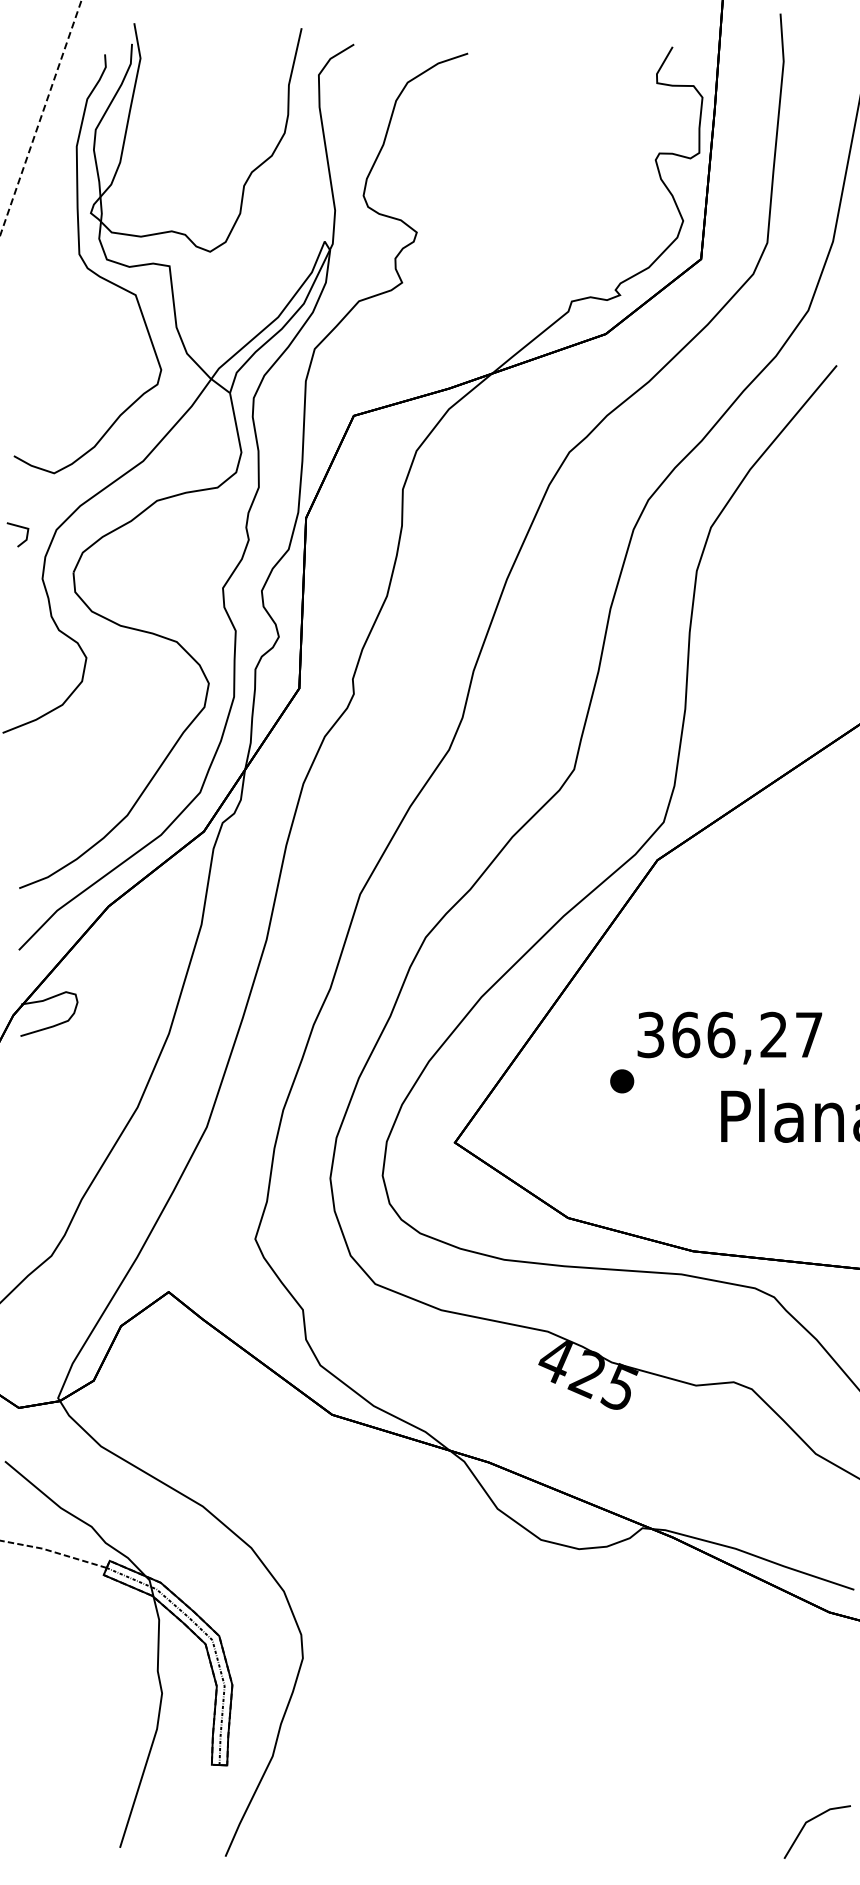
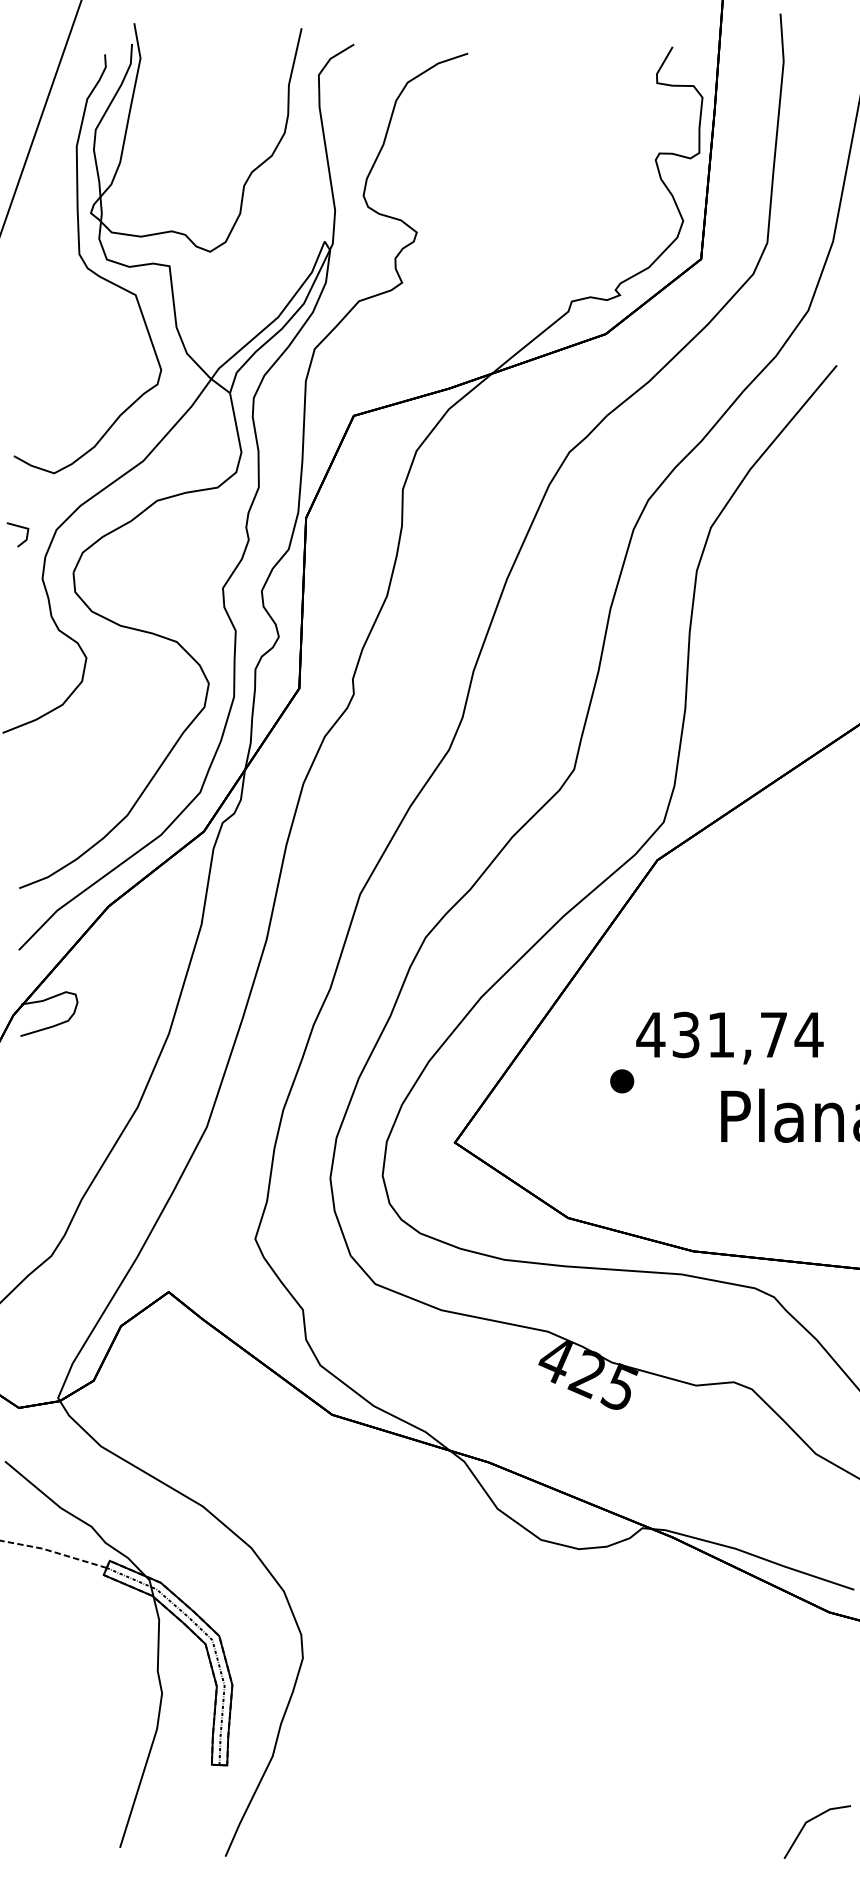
line at (40, 118): dashed -> solid
text at (729, 1034): 366,27 -> 431,74
